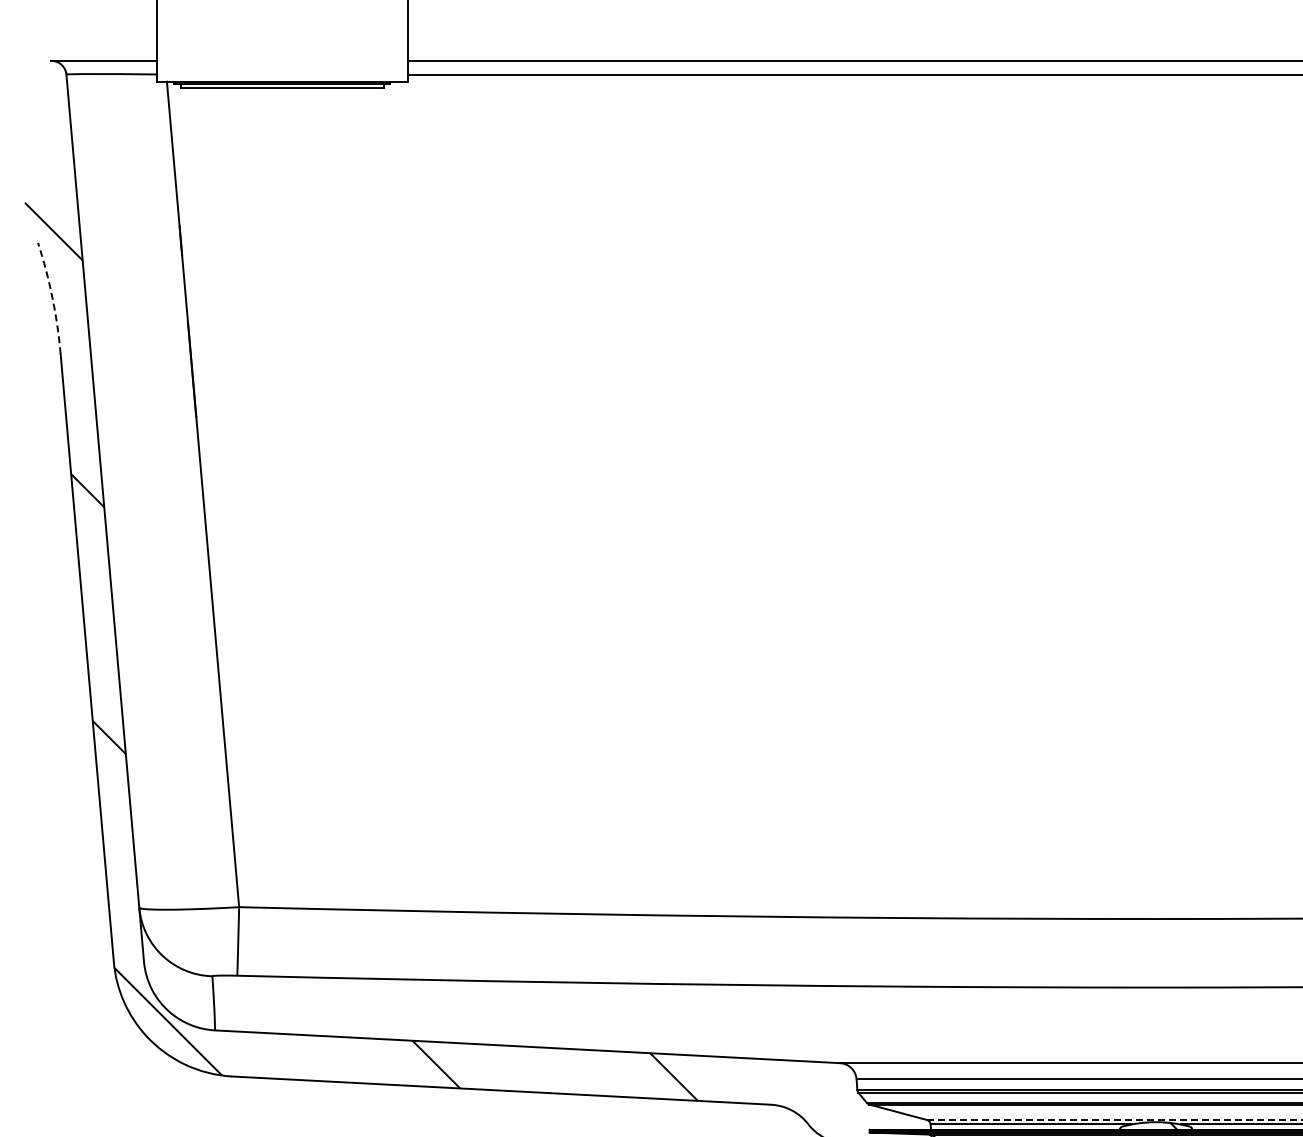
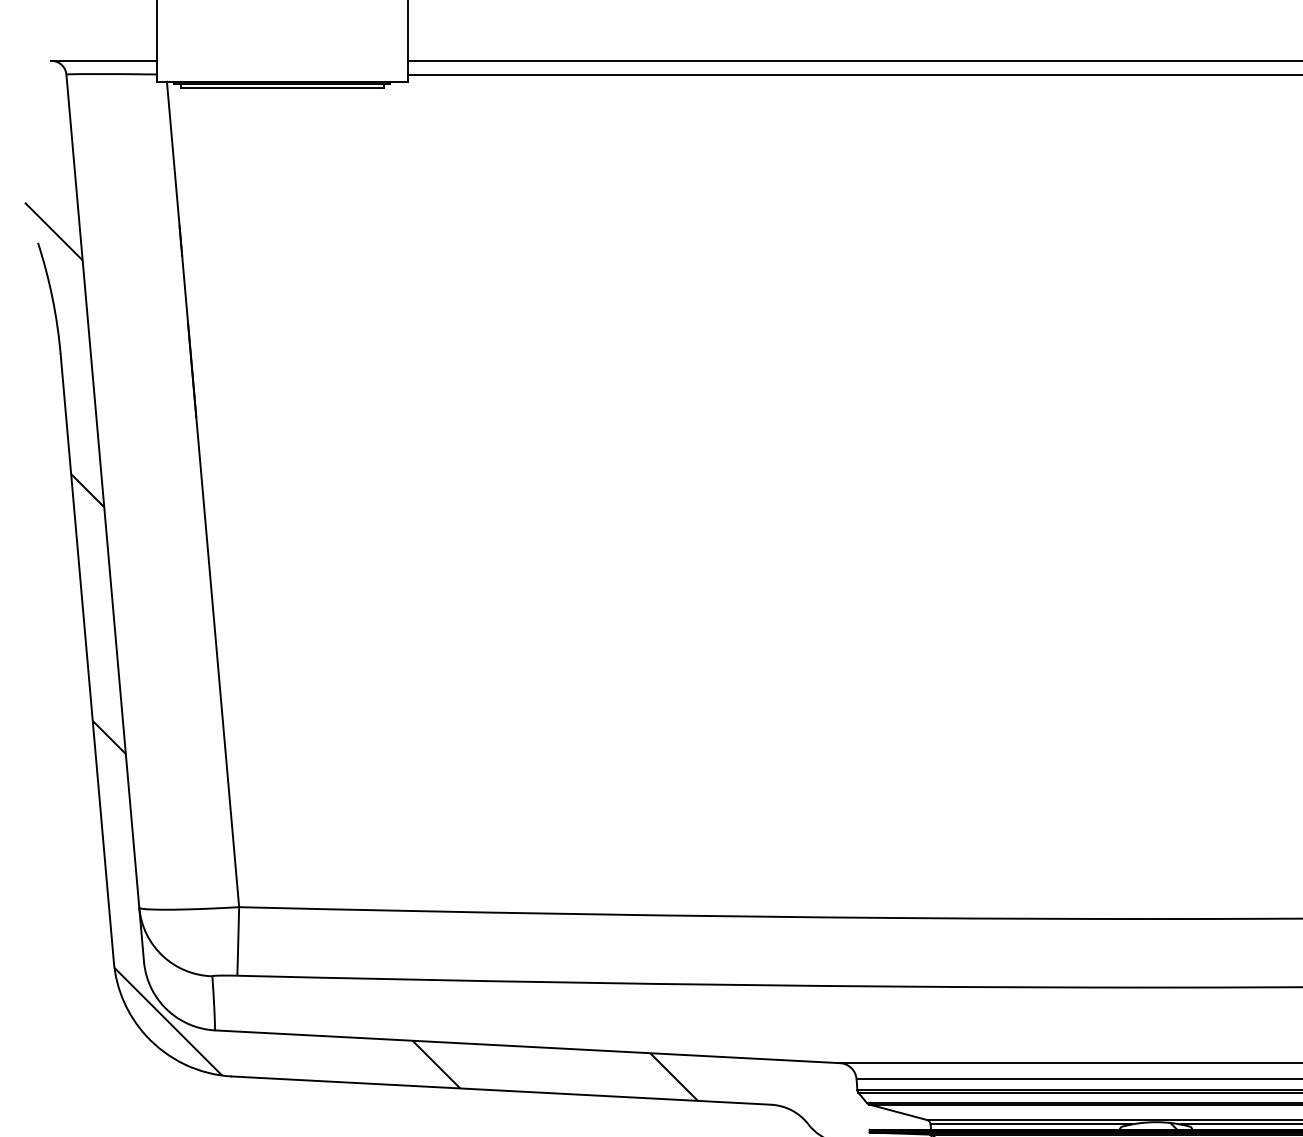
arc at (52, 297): dashed -> solid
line at (1114, 1119): dashed -> solid
